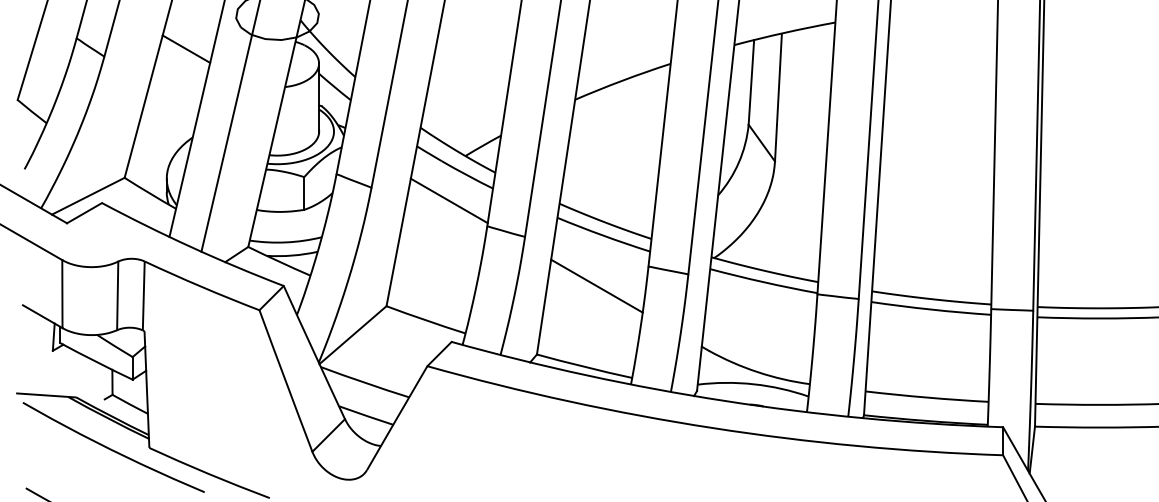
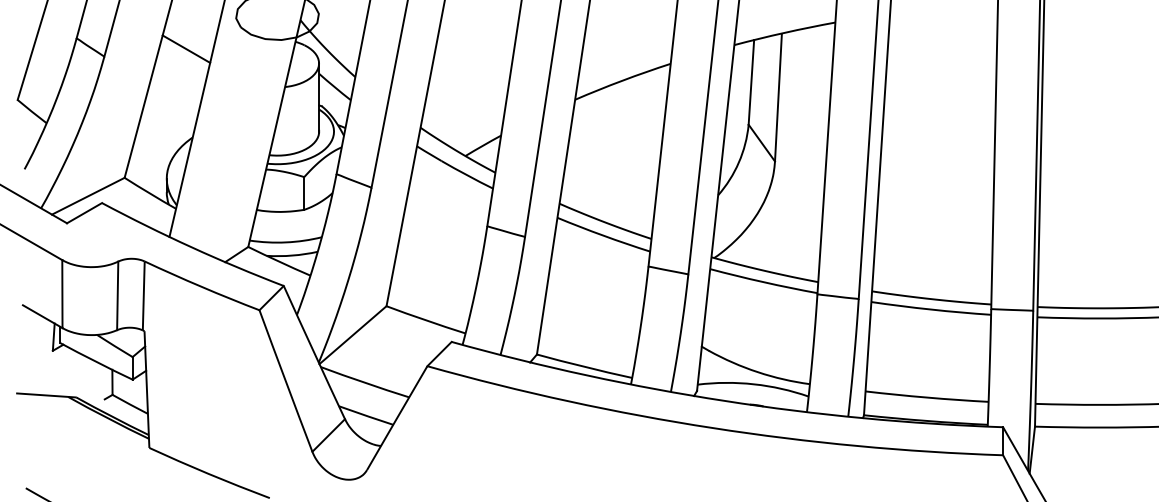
line at (230, 126): present -> none
line at (448, 200): present -> none
line at (596, 285): present -> none
curve at (113, 449): present -> none
